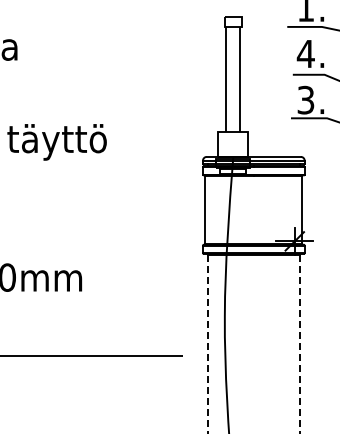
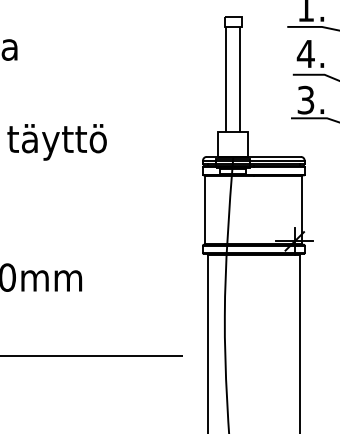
line at (207, 343): dashed -> solid
line at (300, 344): dashed -> solid
